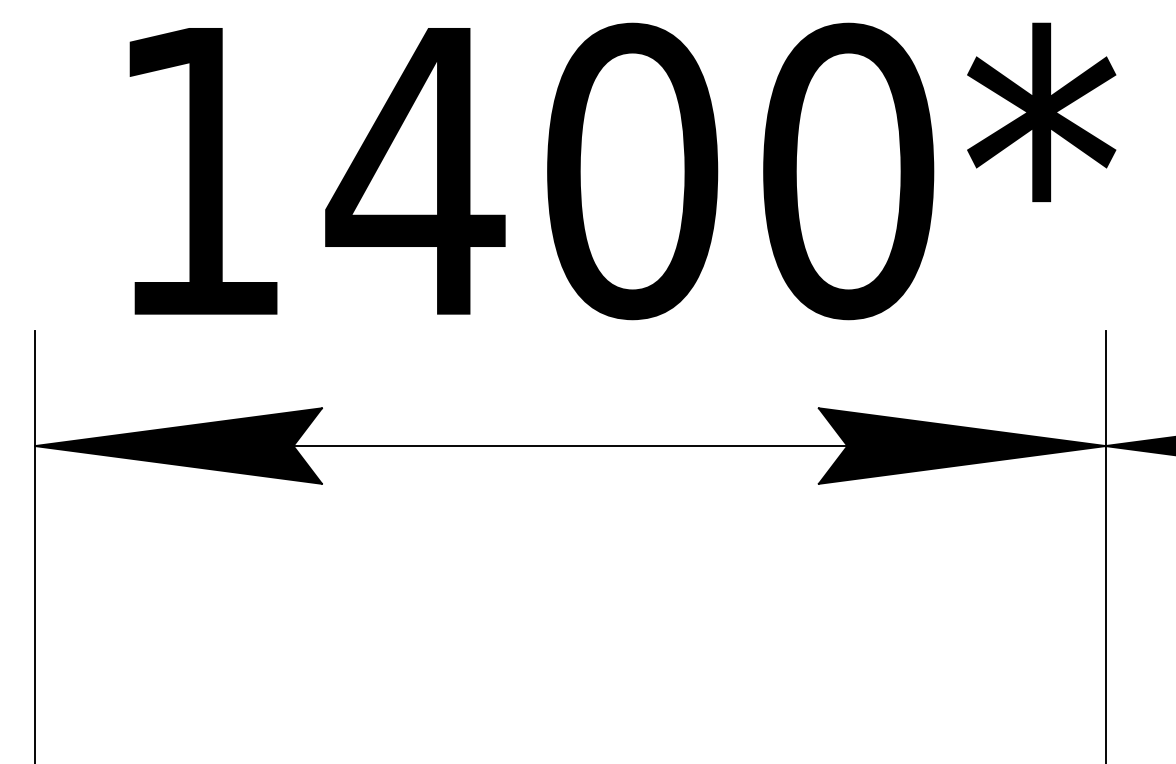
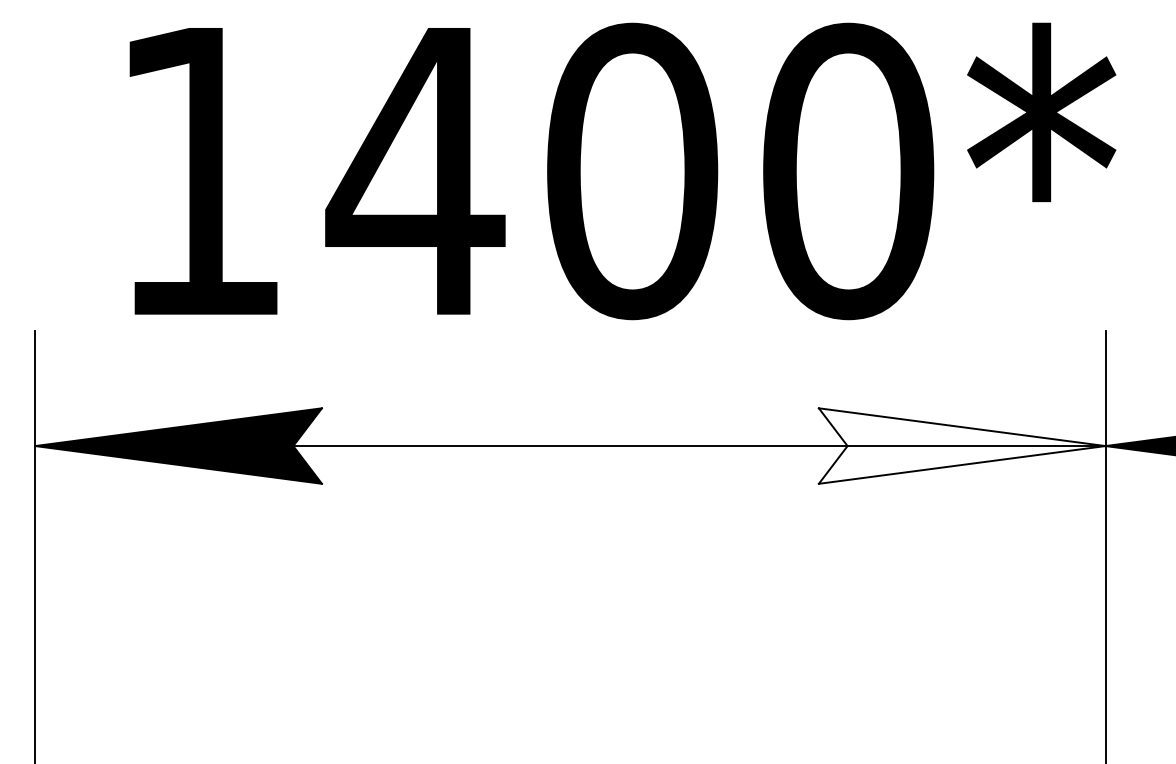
fill at (961, 445): present -> none
